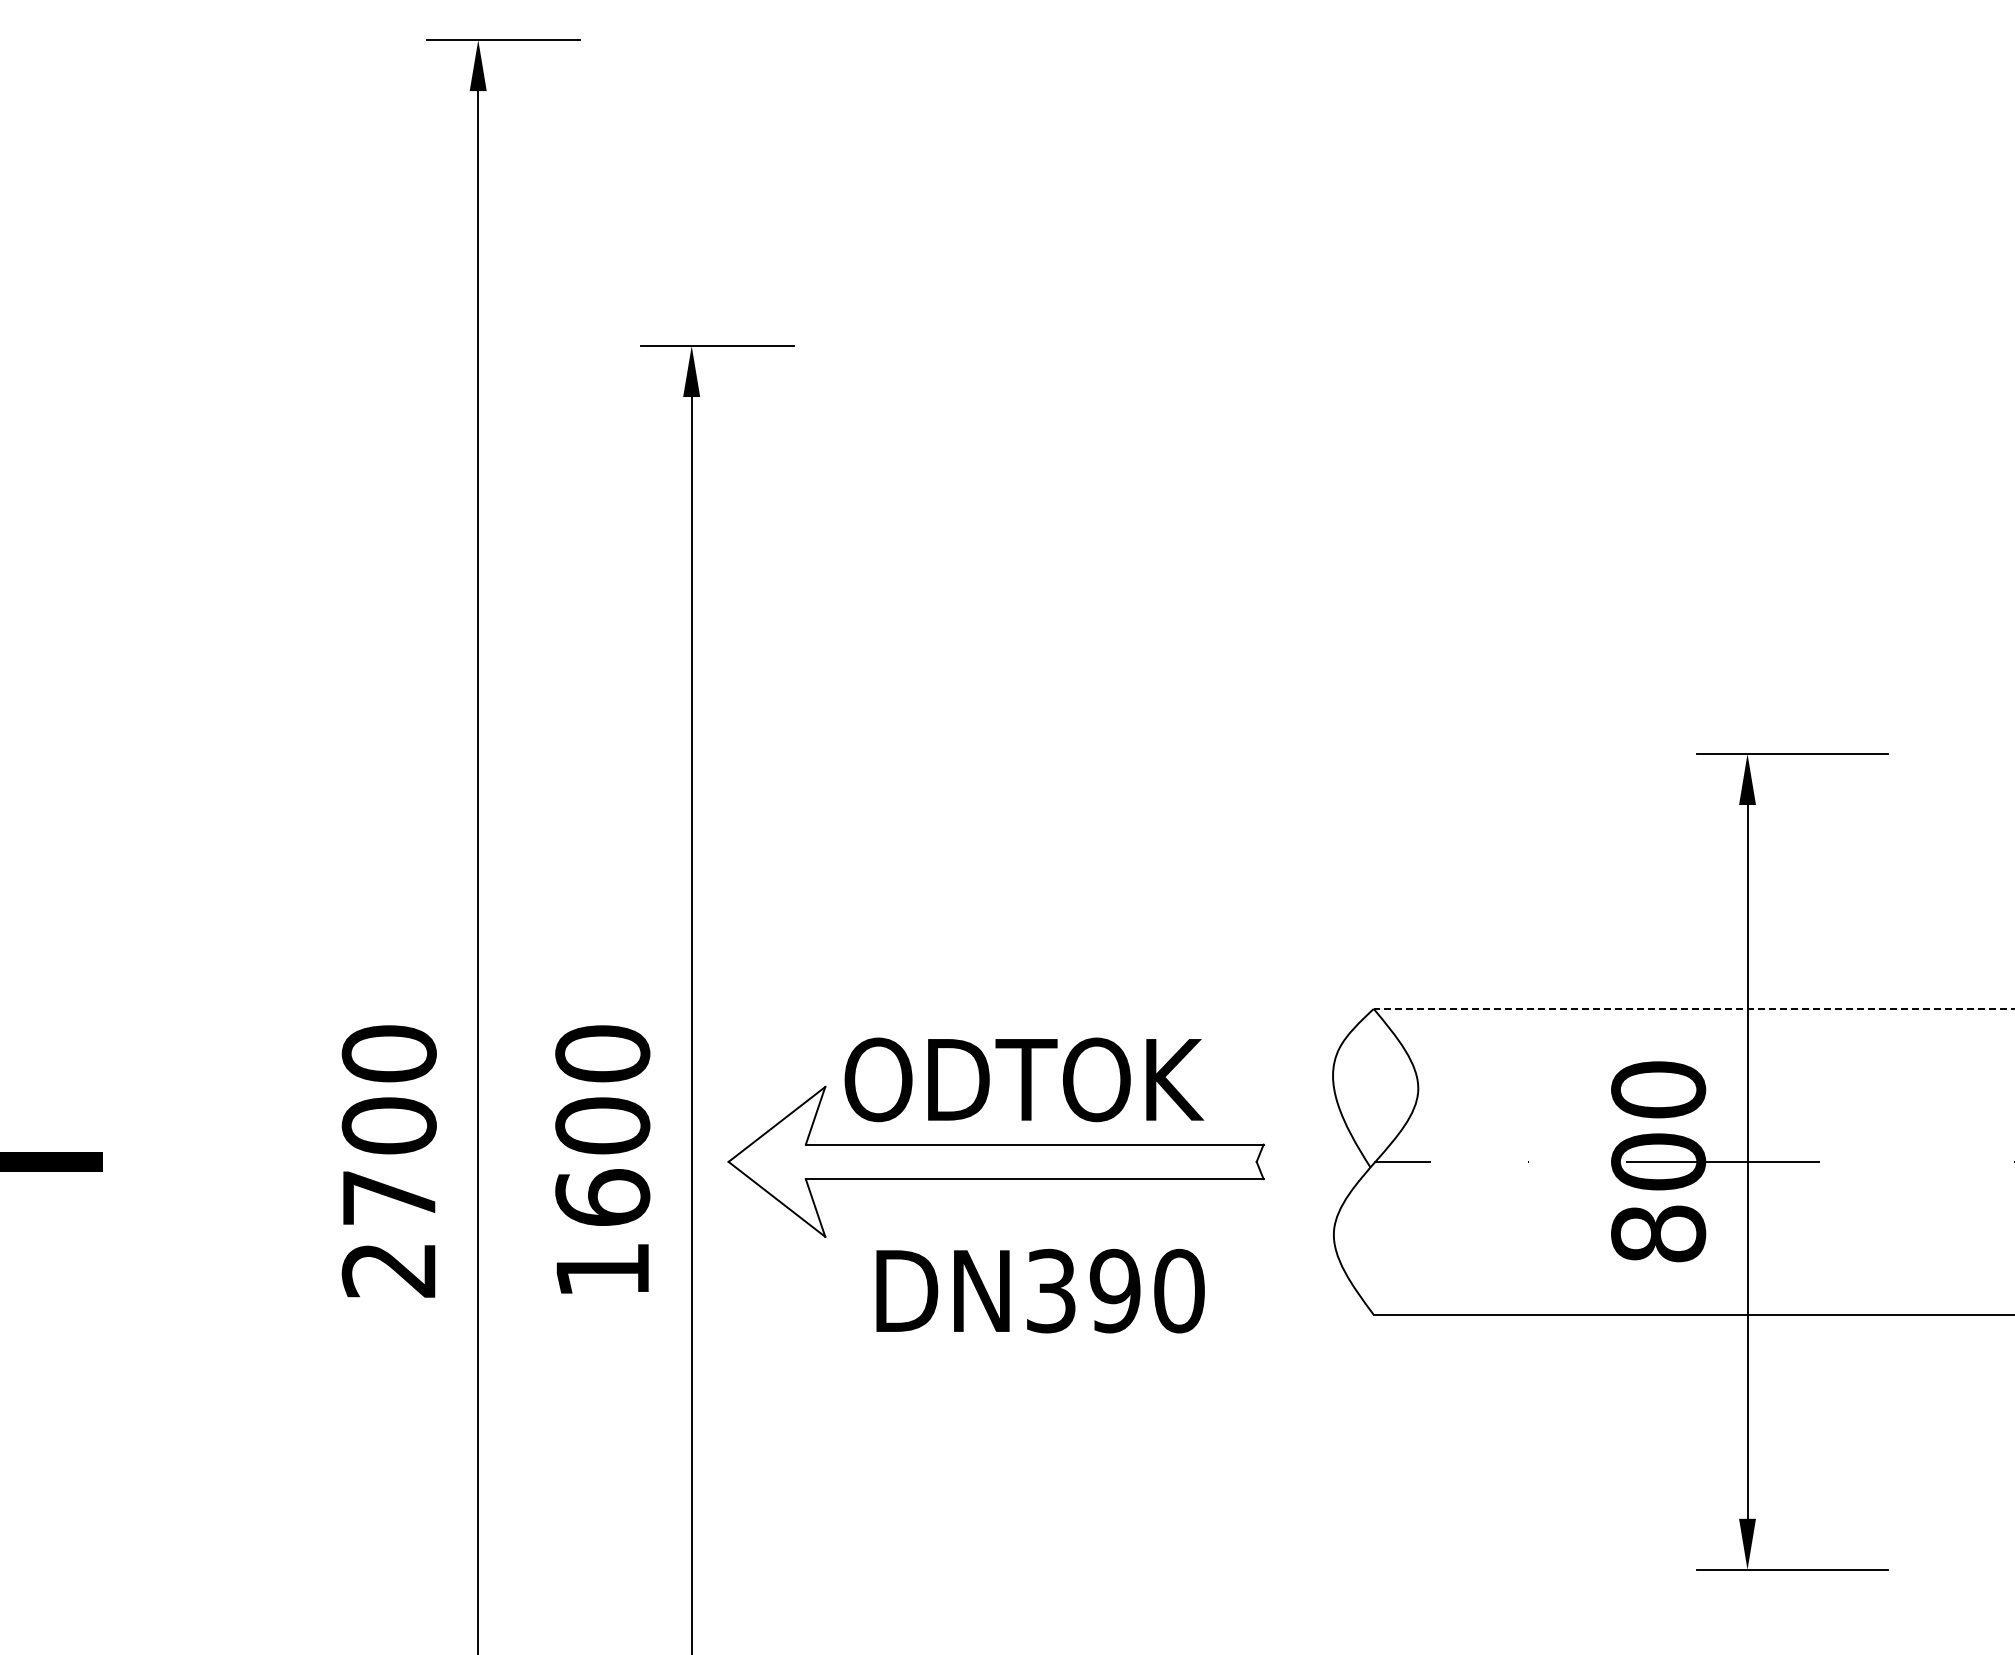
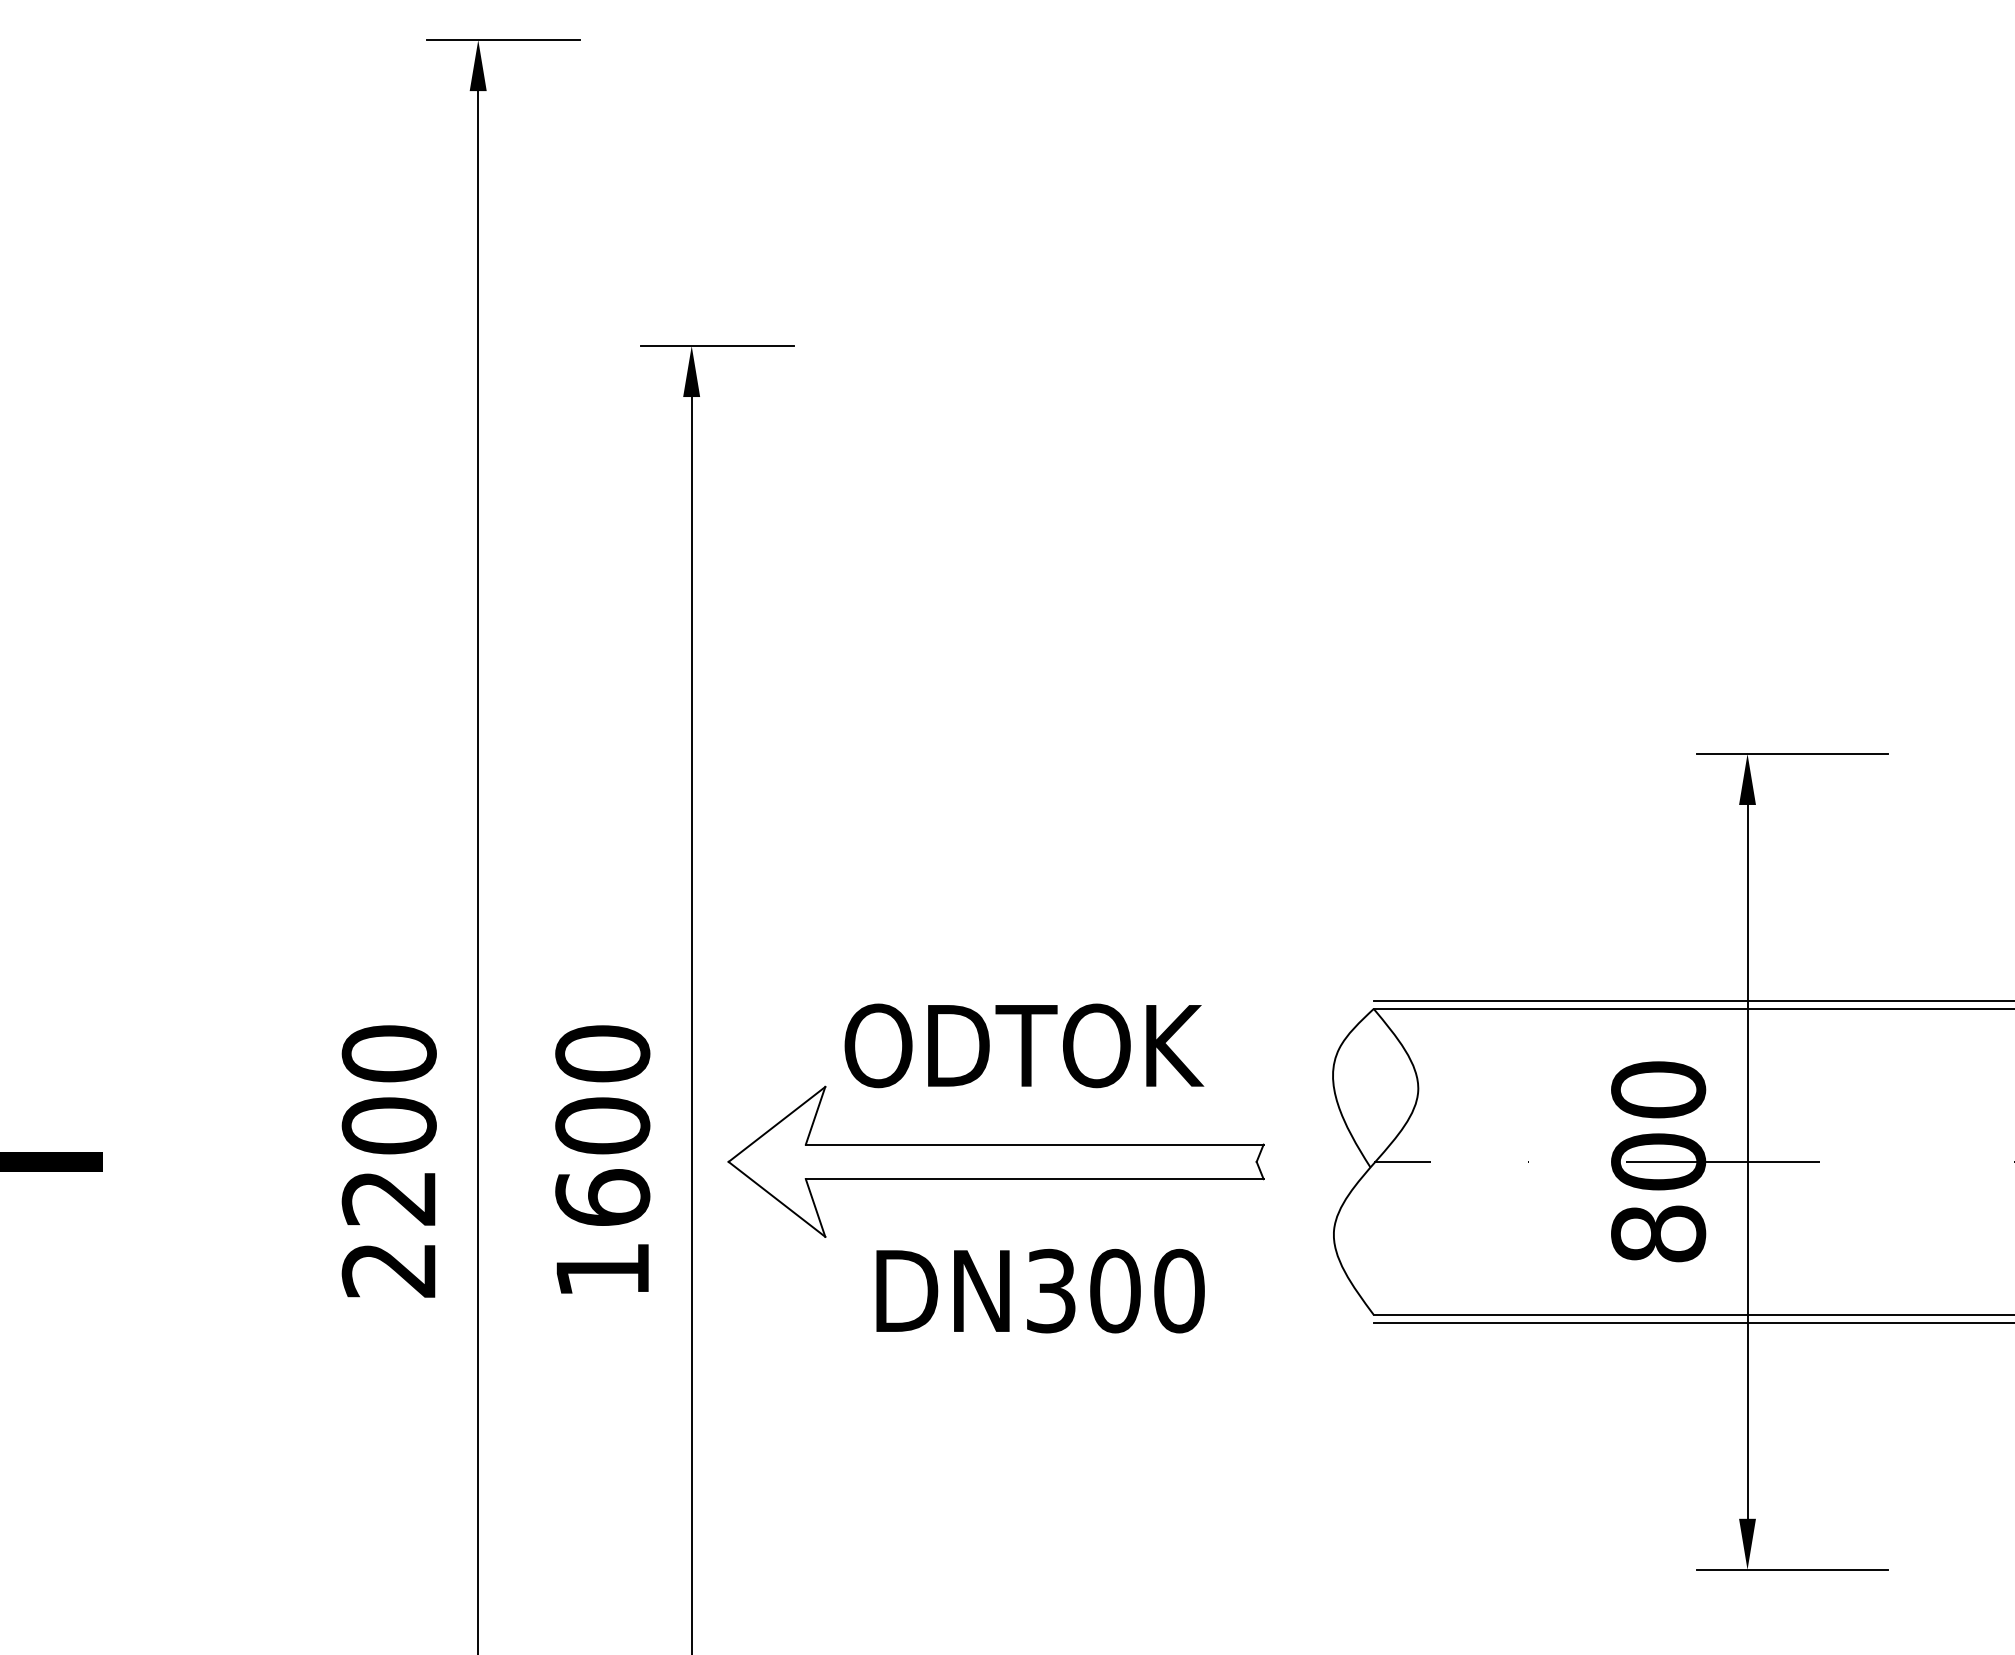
line at (1692, 1001): none -> present
line at (1693, 1008): dashed -> solid
text at (1024, 1079) position: (1024, 1079) -> (1024, 1045)
text at (388, 1198): 2700 -> 2200
text at (1114, 1291): DN390 -> DN300
line at (1692, 1322): none -> present
